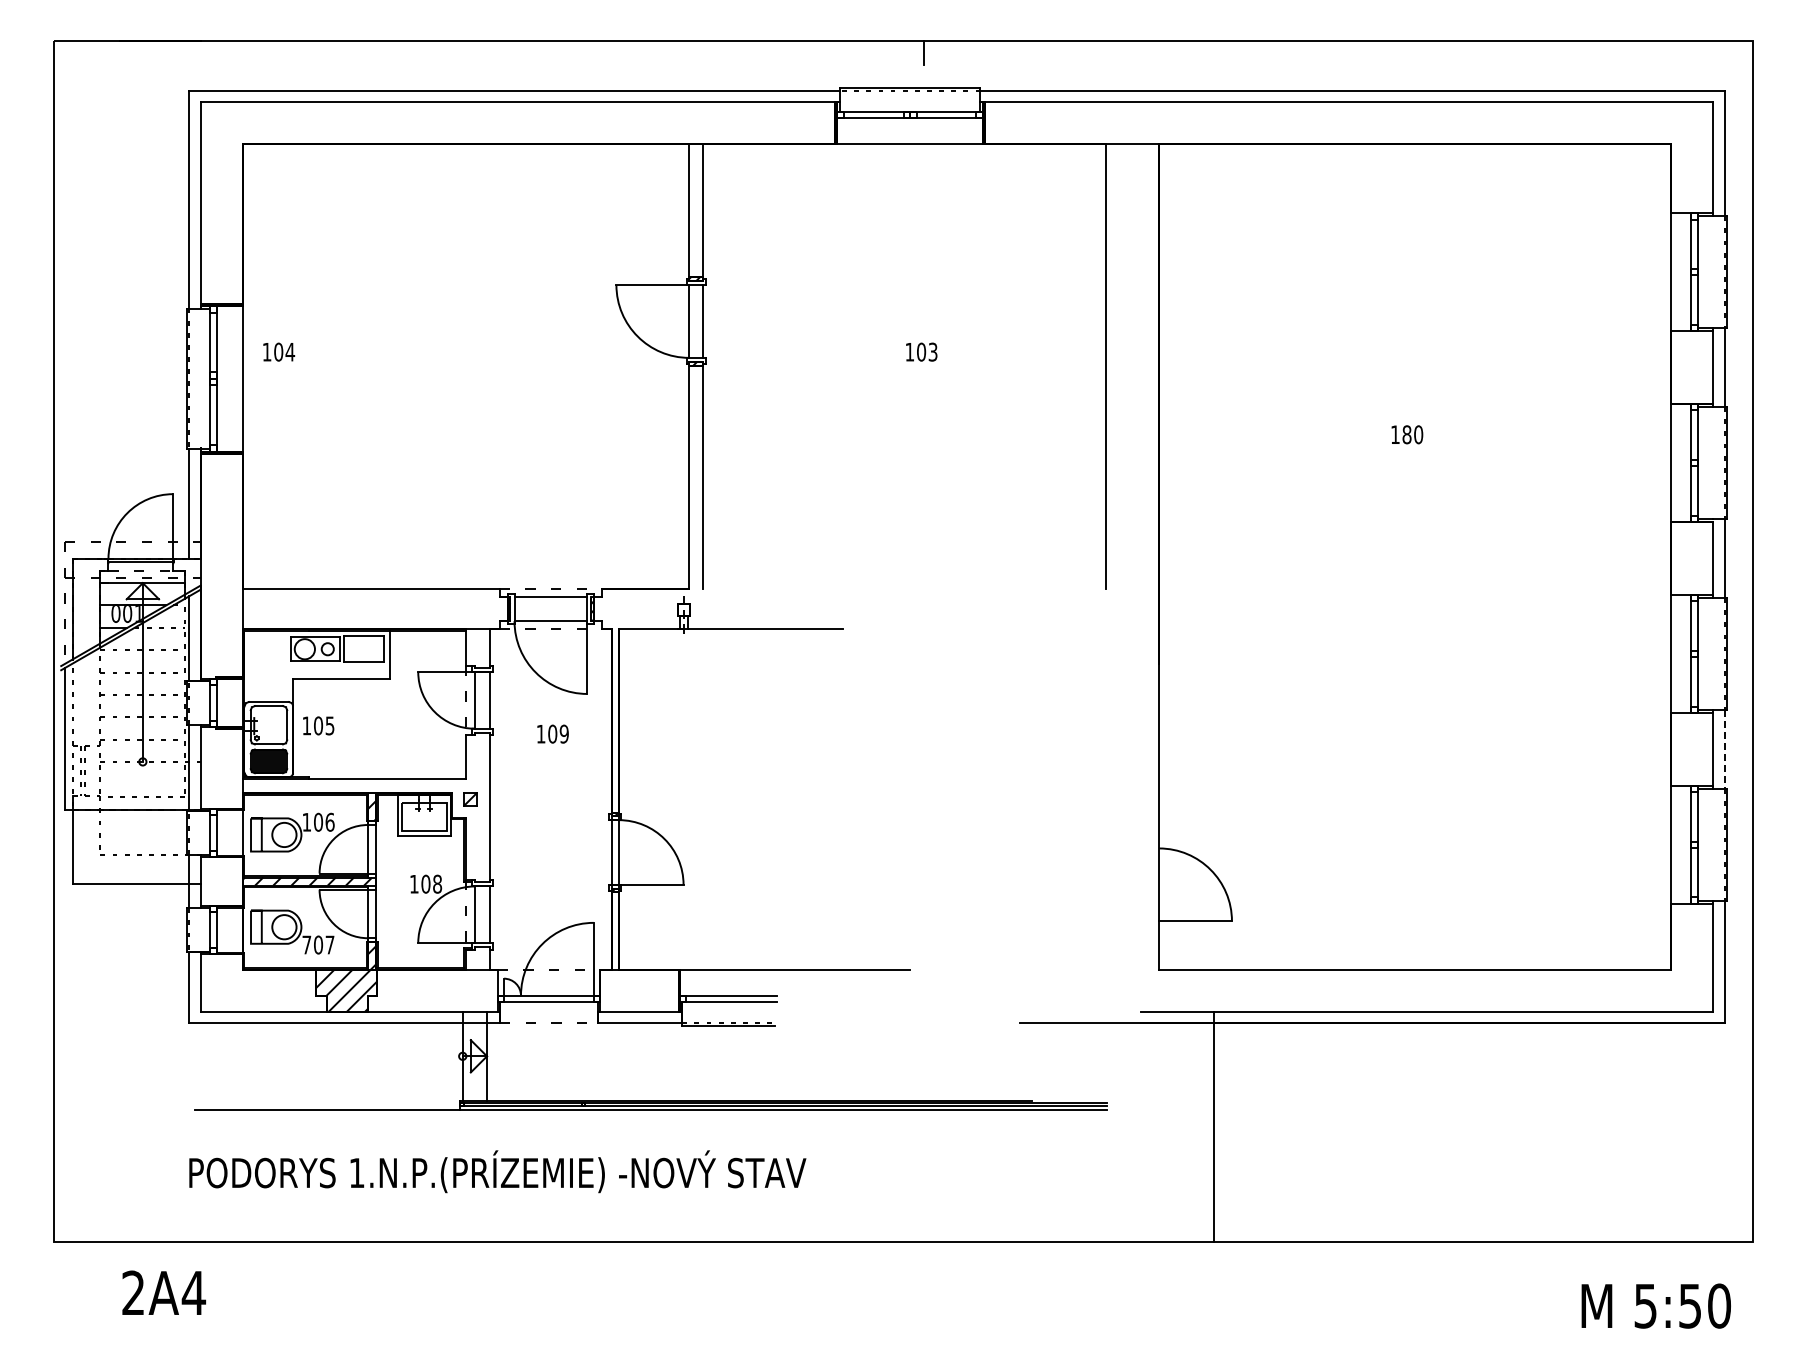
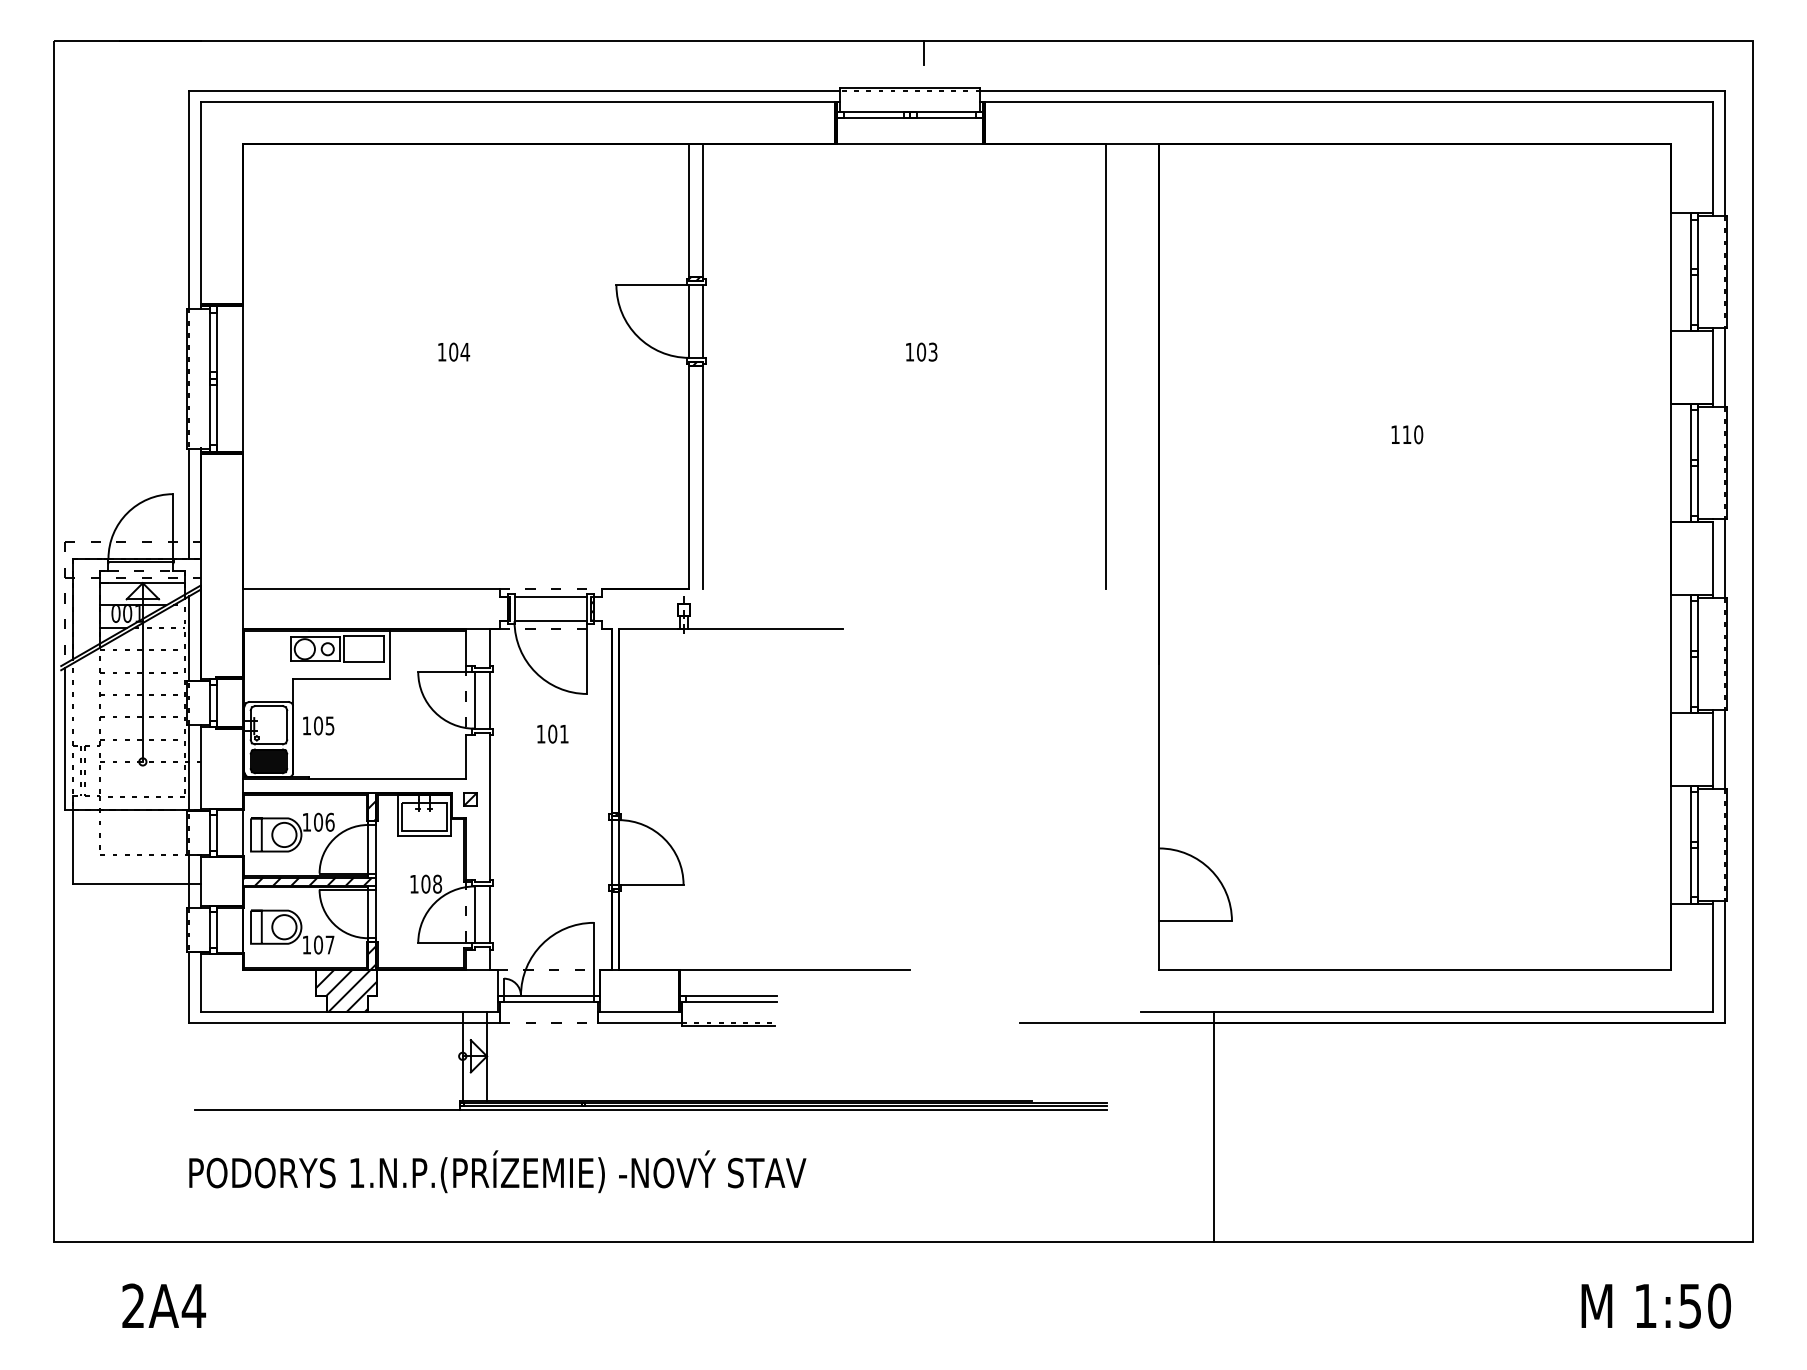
text at (279, 351) position: (279, 351) -> (454, 351)
text at (1406, 434): 180 -> 110
text at (563, 733): 109 -> 101
line at (1724, 750): dashed -> solid
text at (306, 944): 707 -> 107
text at (163, 1292) position: (163, 1292) -> (163, 1305)
text at (1645, 1306): 5:50 -> 1:50
